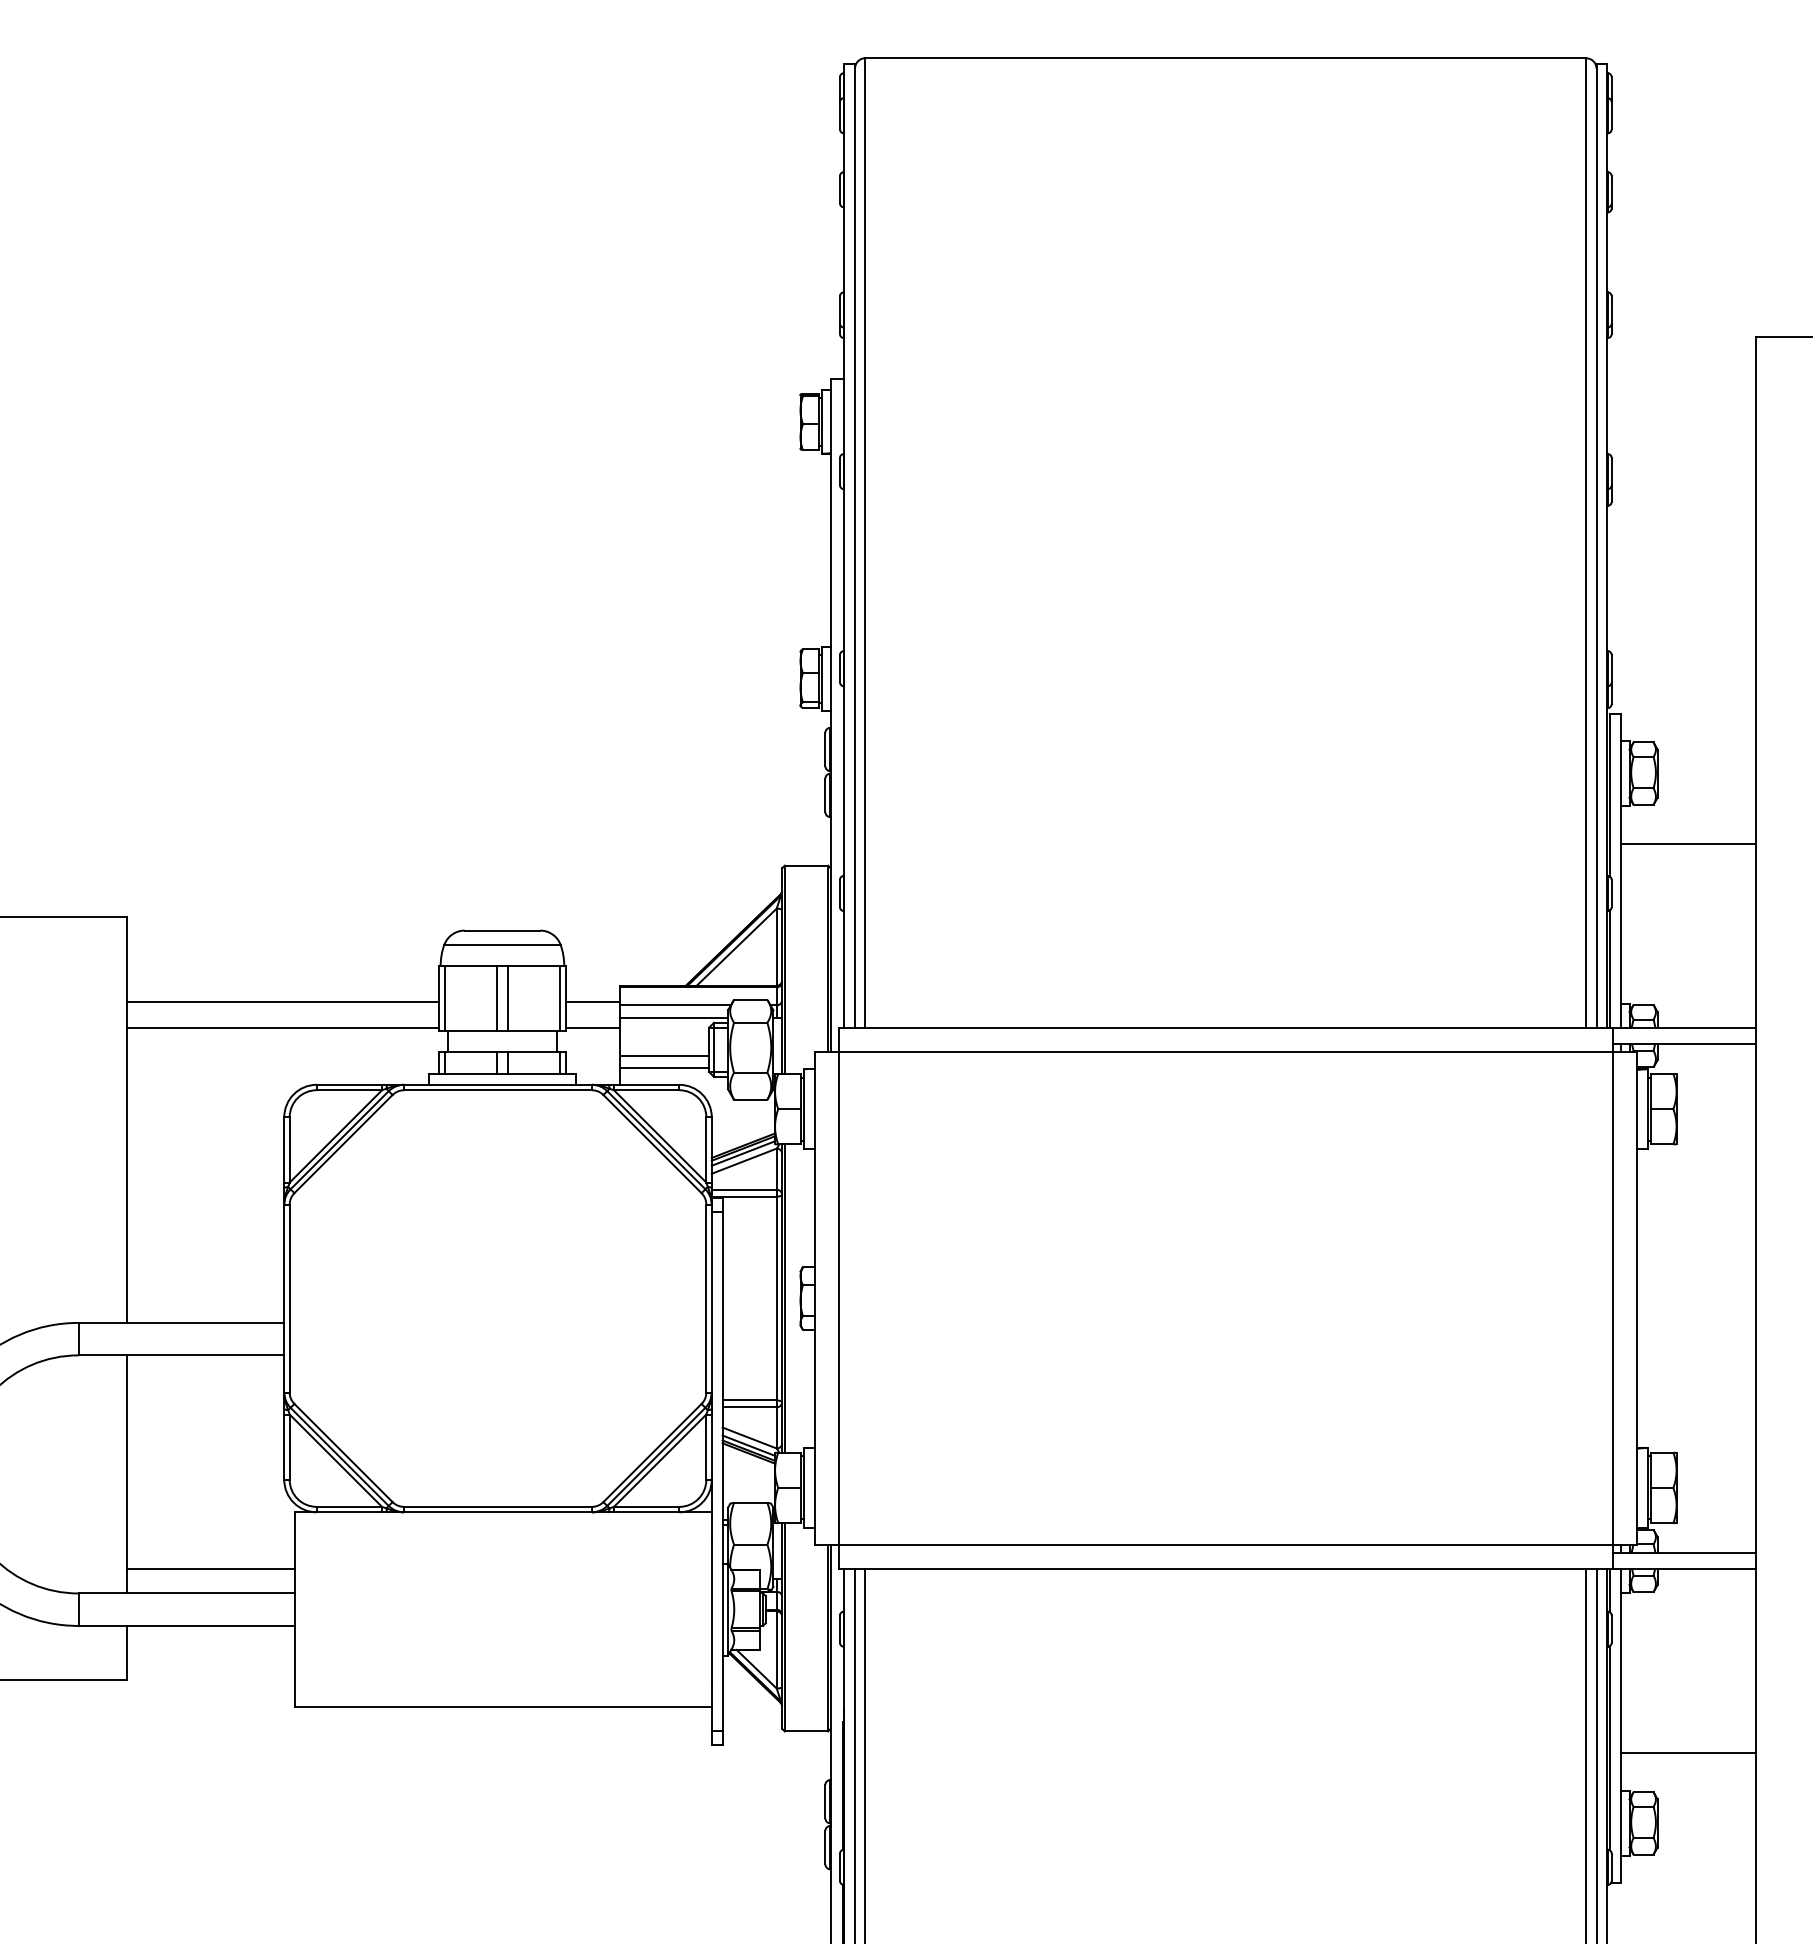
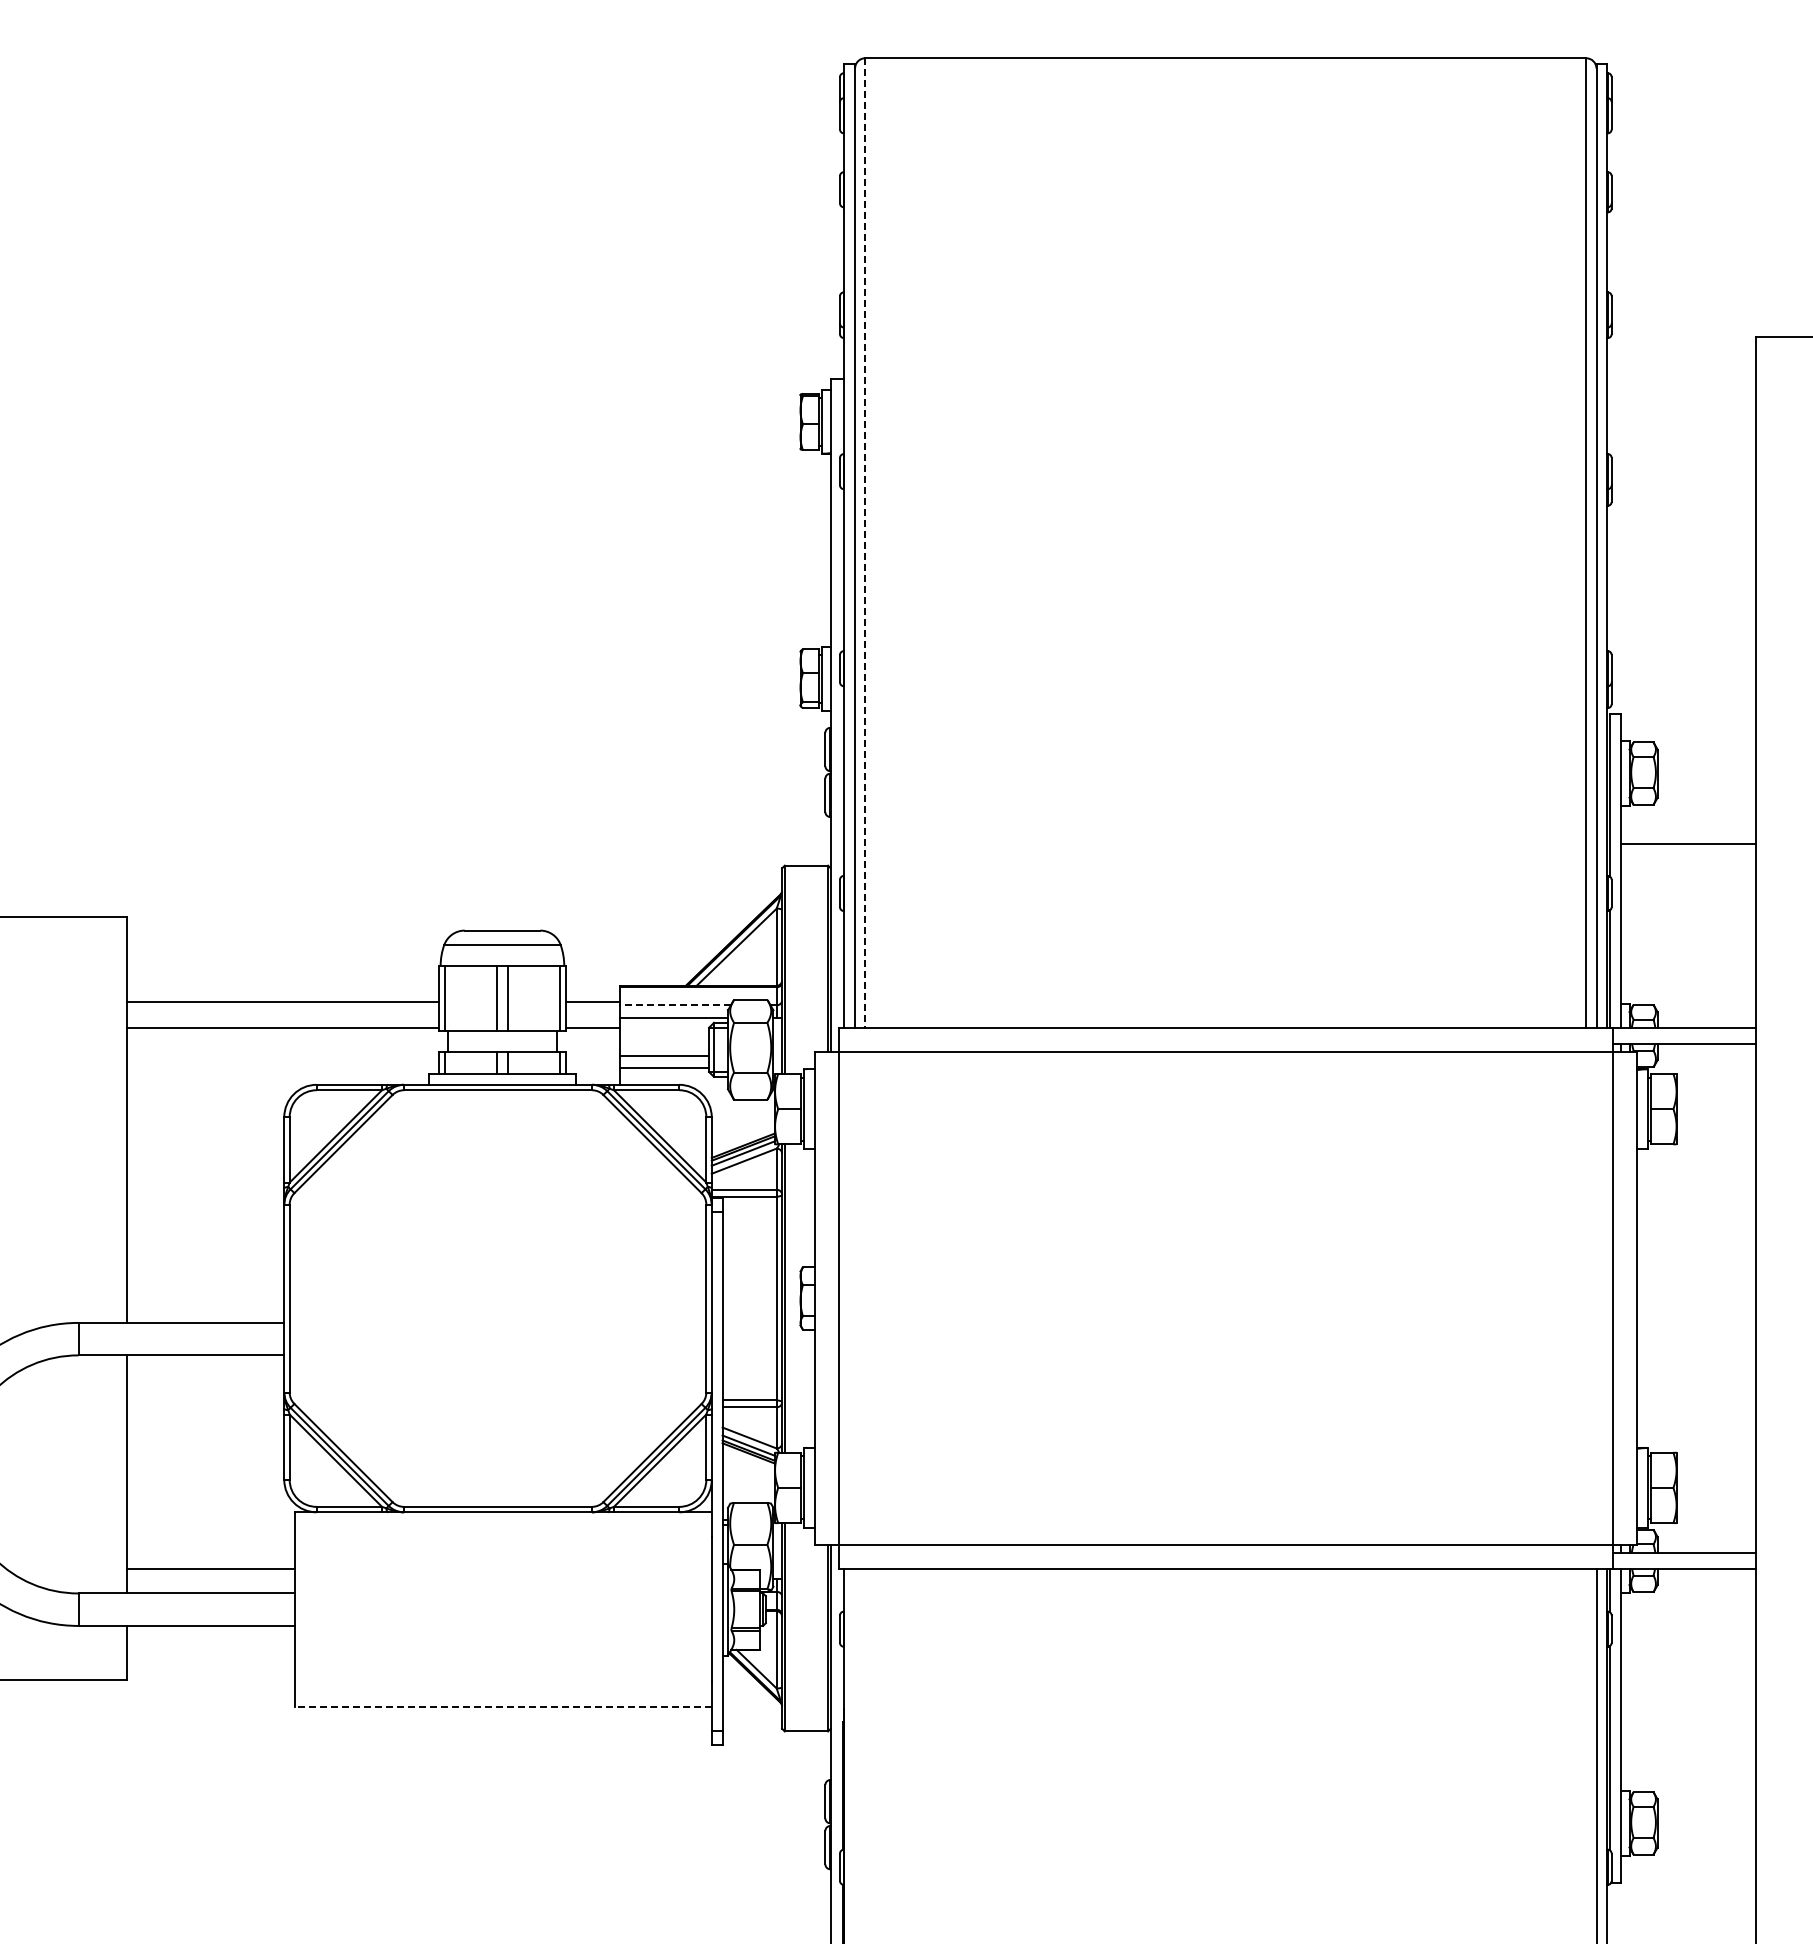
line at (865, 543): solid -> dashed
line at (675, 1005): solid -> dashed
line at (502, 1707): solid -> dashed
line at (1688, 1753): present -> none
line at (855, 1754): present -> none
line at (865, 1754): present -> none
line at (1586, 1754): present -> none
